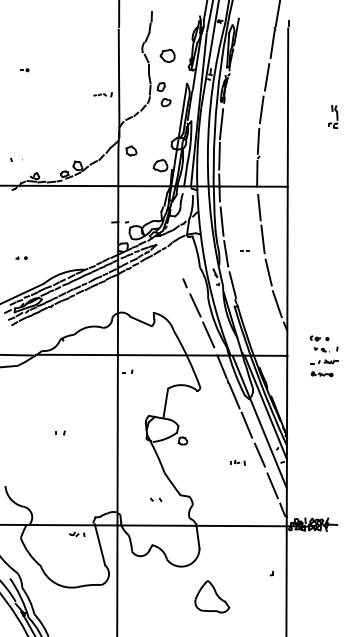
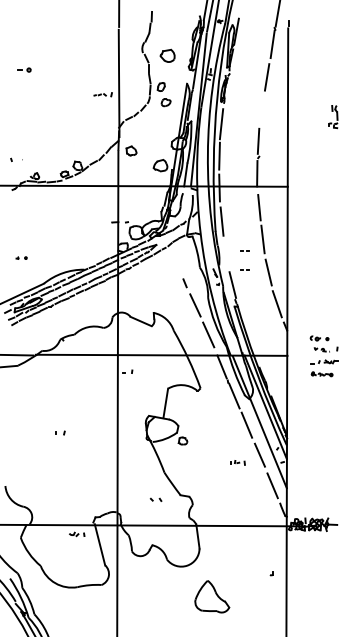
part at (24, 70) size: 10x5 px -> 15x6 px
line at (261, 109): present -> none
line at (226, 253): present -> none
part at (244, 269): none -> present
